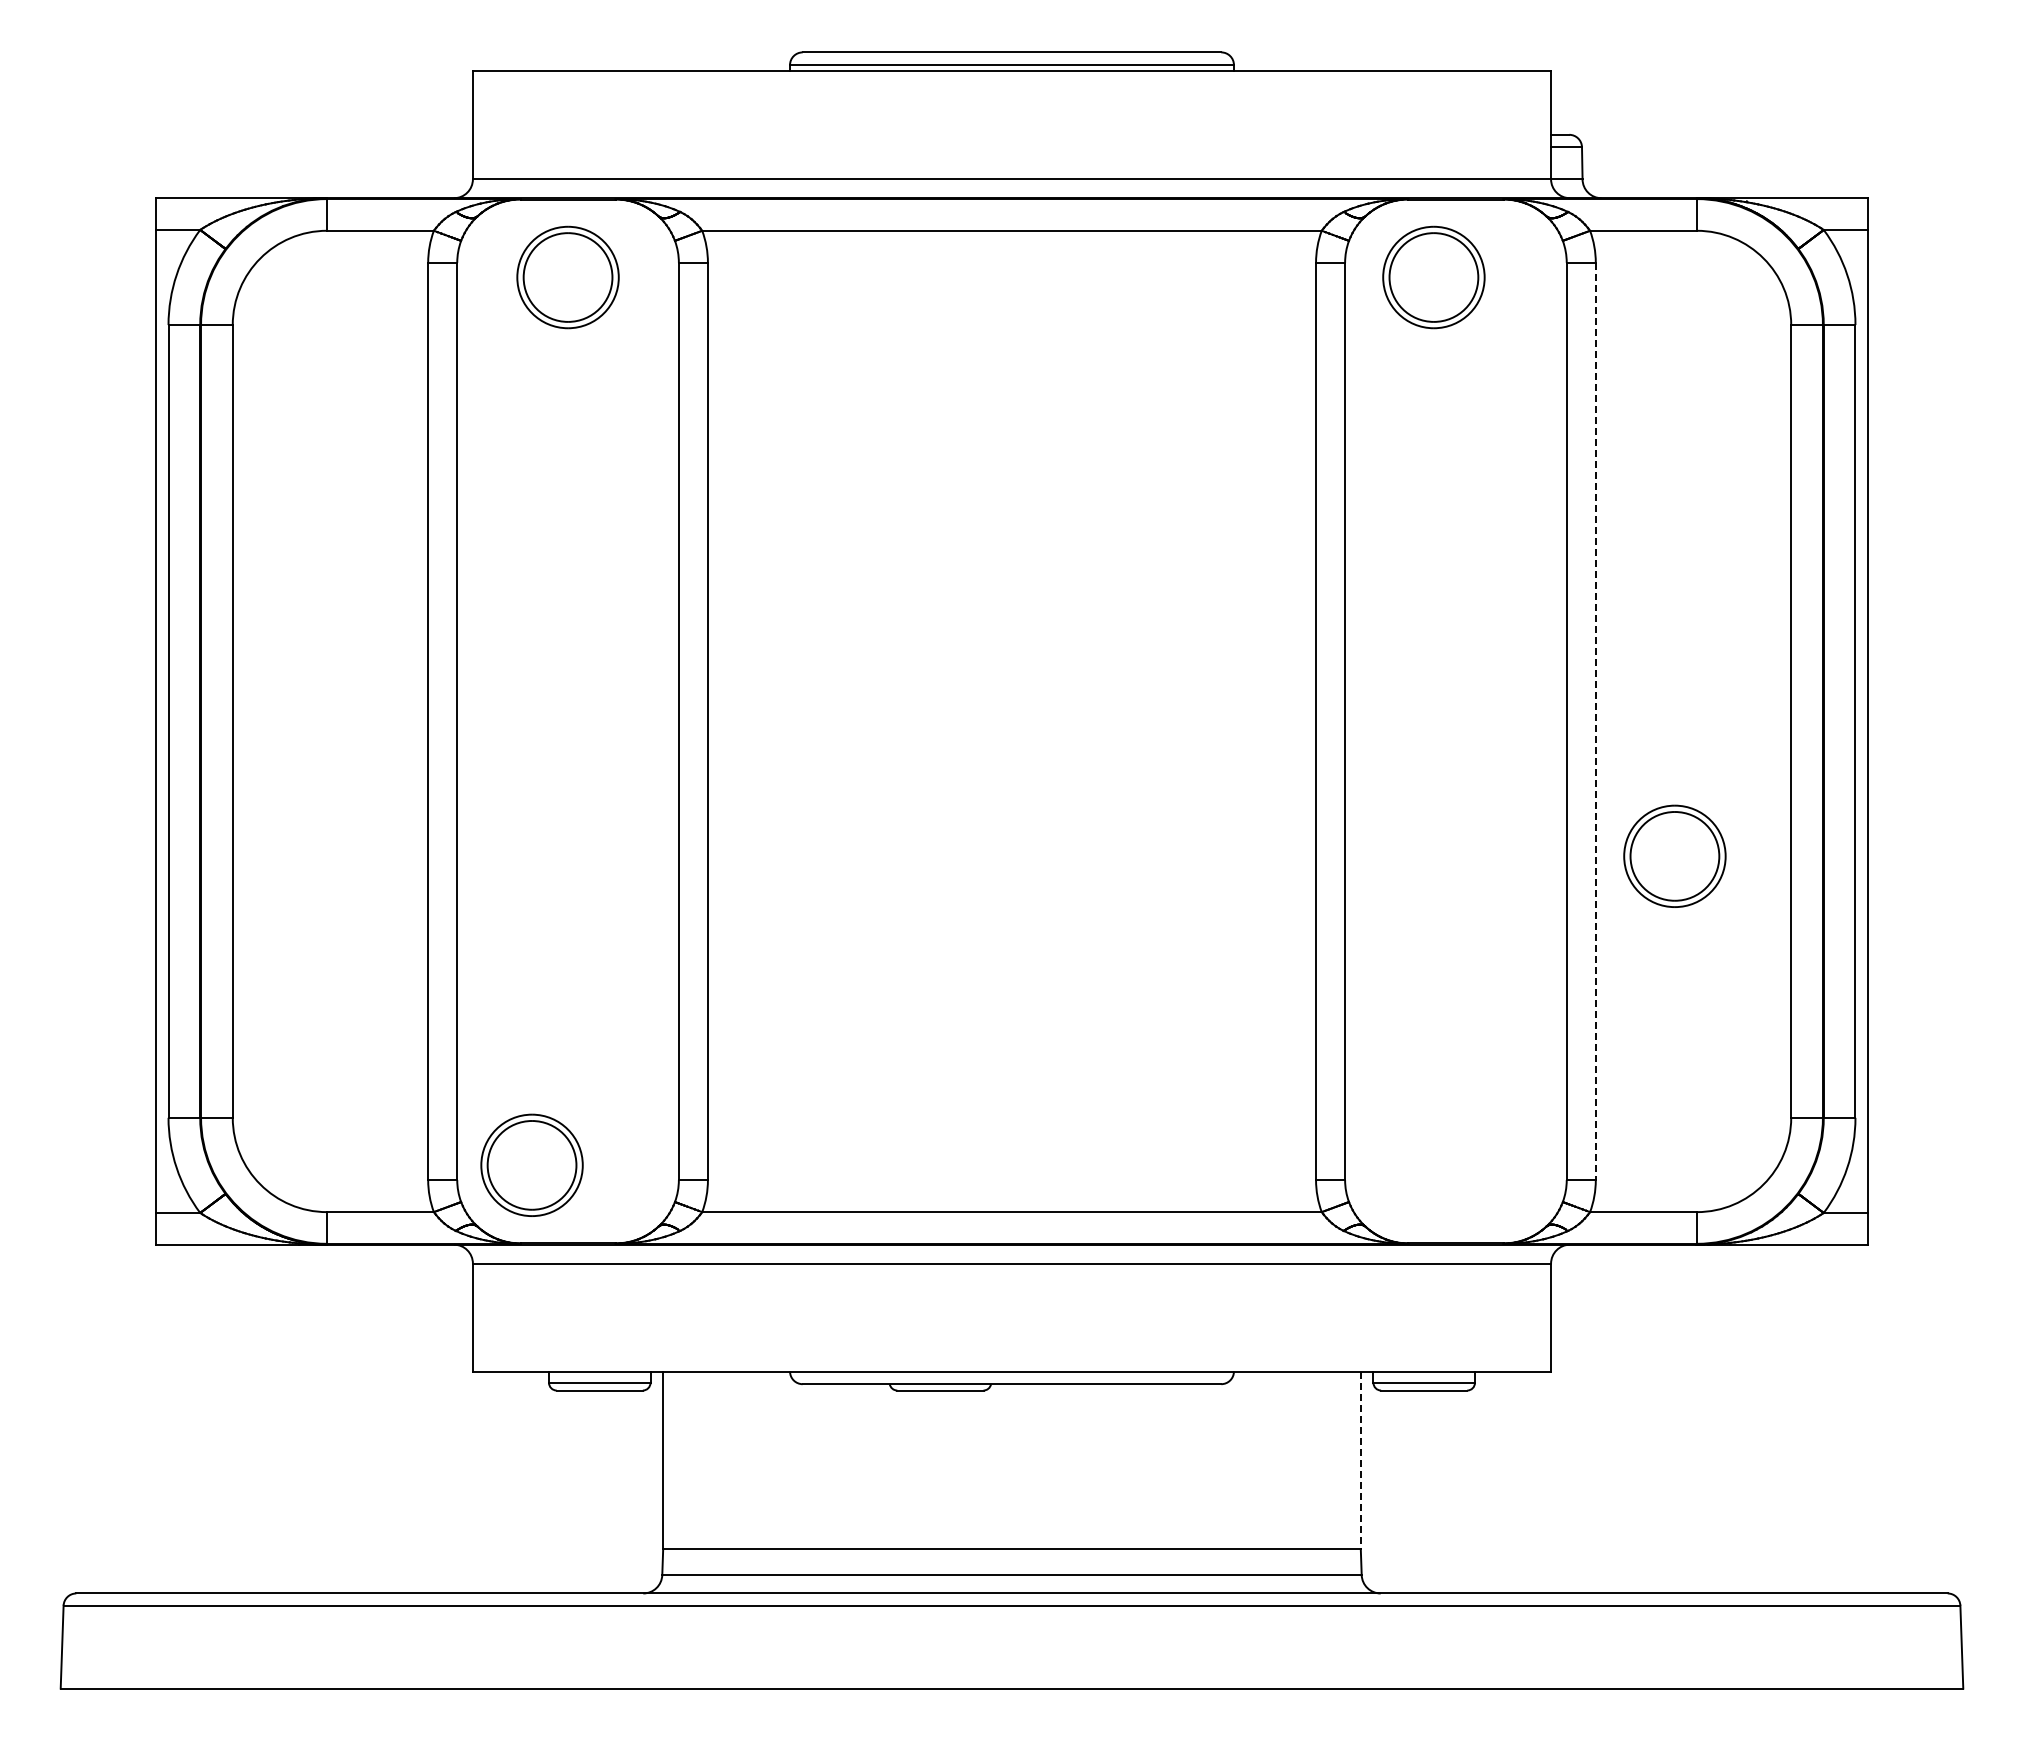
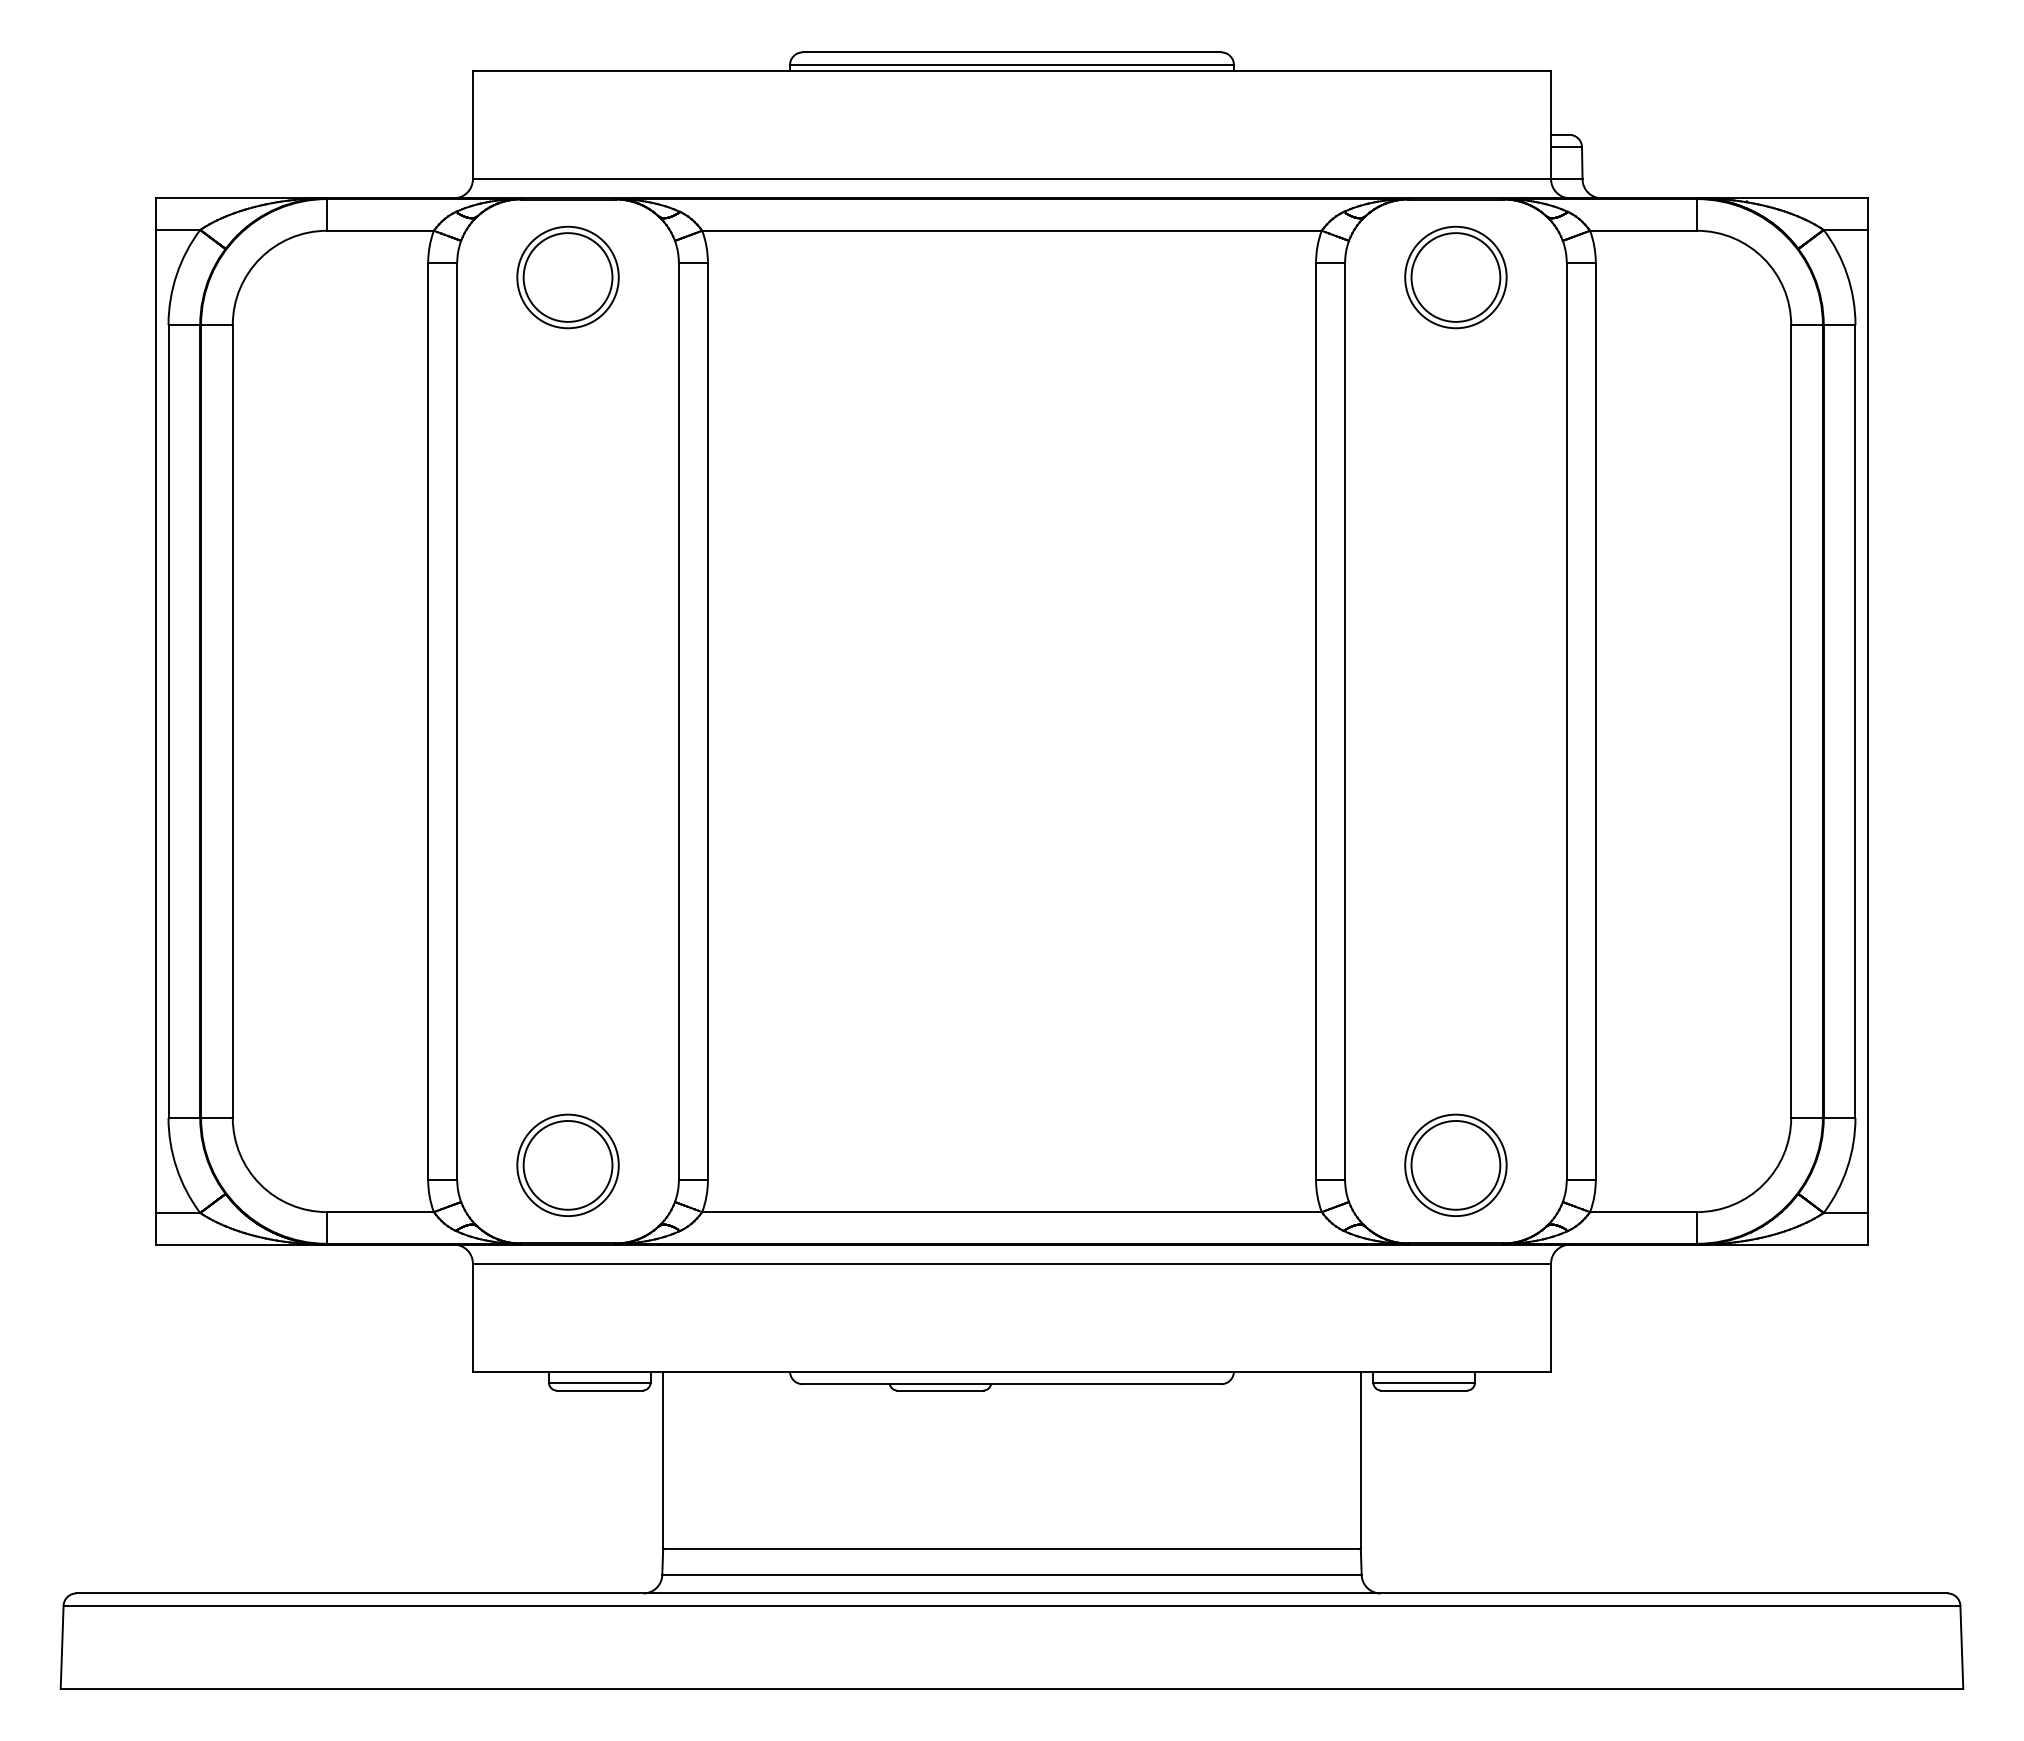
part at (1433, 277) position: (1433, 277) -> (1455, 277)
line at (1595, 721): dashed -> solid
part at (1674, 855) position: (1674, 855) -> (1455, 1164)
part at (531, 1164) position: (531, 1164) -> (567, 1164)
line at (1360, 1460): dashed -> solid
